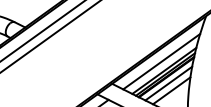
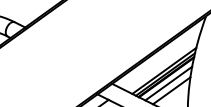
line at (42, 31): present -> none
line at (50, 36): present -> none
line at (161, 61): present -> none
